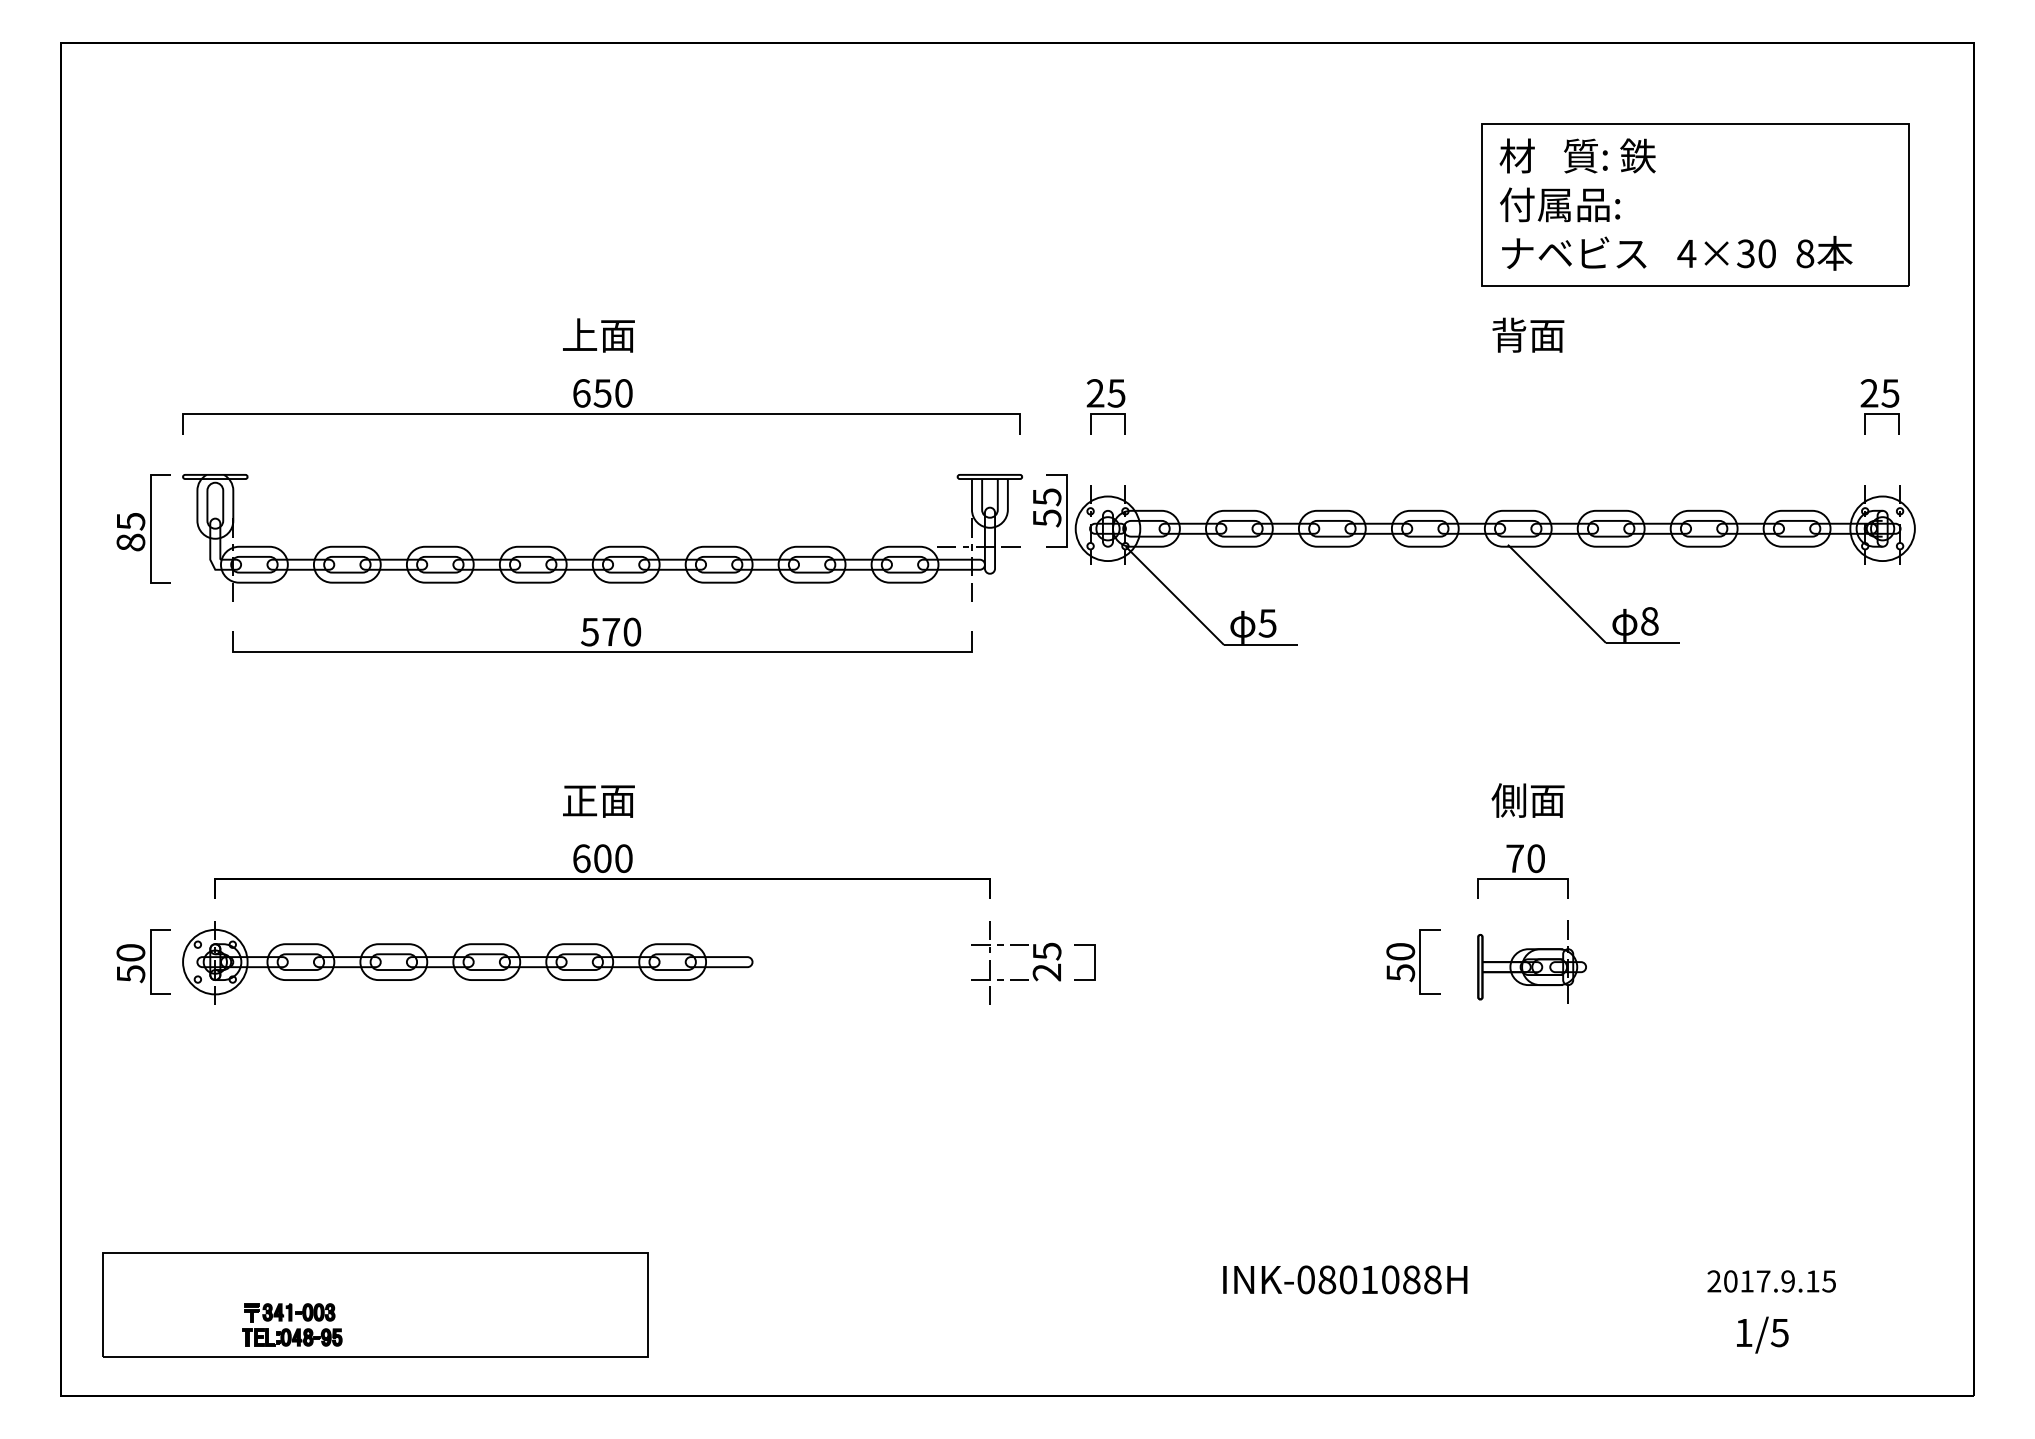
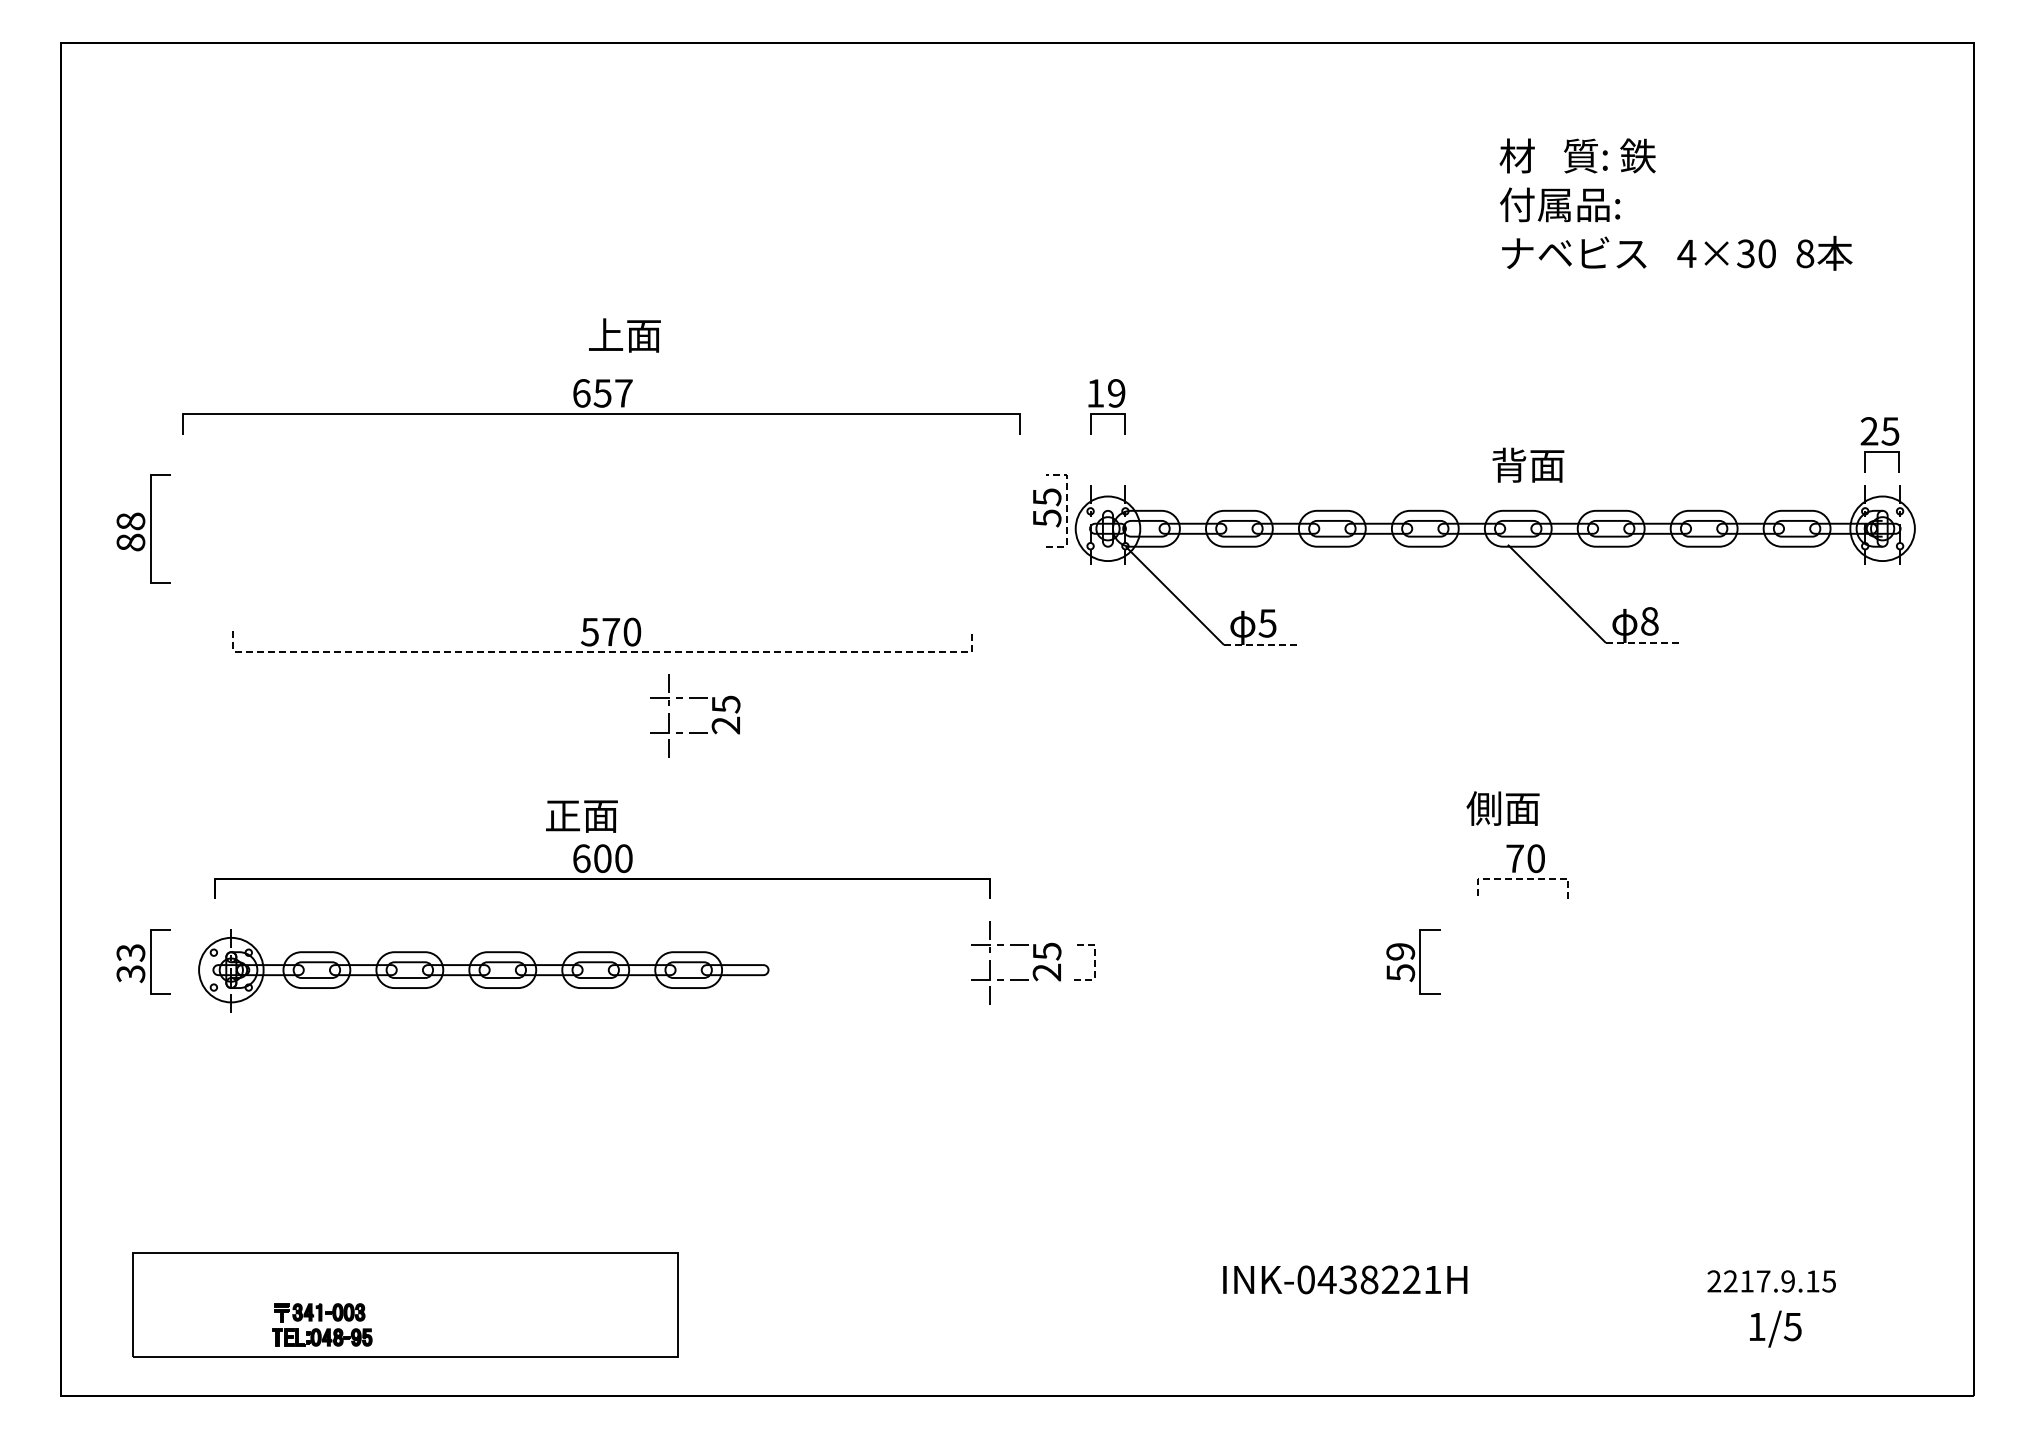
part at (1695, 204): present -> none
text at (1528, 334) position: (1528, 334) -> (1528, 464)
text at (598, 335) position: (598, 335) -> (624, 335)
text at (623, 393): 650 -> 657
text at (1105, 393): 25 -> 19
part at (1879, 406) position: (1879, 406) -> (1879, 444)
line at (1066, 510): solid -> dashed
text at (130, 521): 85 -> 88
part at (605, 546): present -> none
line at (1643, 642): solid -> dashed
line at (1261, 644): solid -> dashed
line at (603, 651): solid -> dashed
part at (695, 698): none -> present
text at (1527, 800) position: (1527, 800) -> (1502, 808)
text at (598, 801) position: (598, 801) -> (581, 816)
line at (1523, 878): solid -> dashed
text at (1400, 951): 50 -> 59
line at (1094, 961): solid -> dashed
part at (1531, 961): present -> none
part at (467, 962) position: (467, 962) -> (483, 970)
text at (130, 963): 50 -> 33
text at (1379, 1279): INK-0801088H -> INK-0438221H
text at (1730, 1281): 2017.9.15 -> 2217.9.15
part at (375, 1304) position: (375, 1304) -> (405, 1304)
text at (1762, 1334) position: (1762, 1334) -> (1775, 1328)
